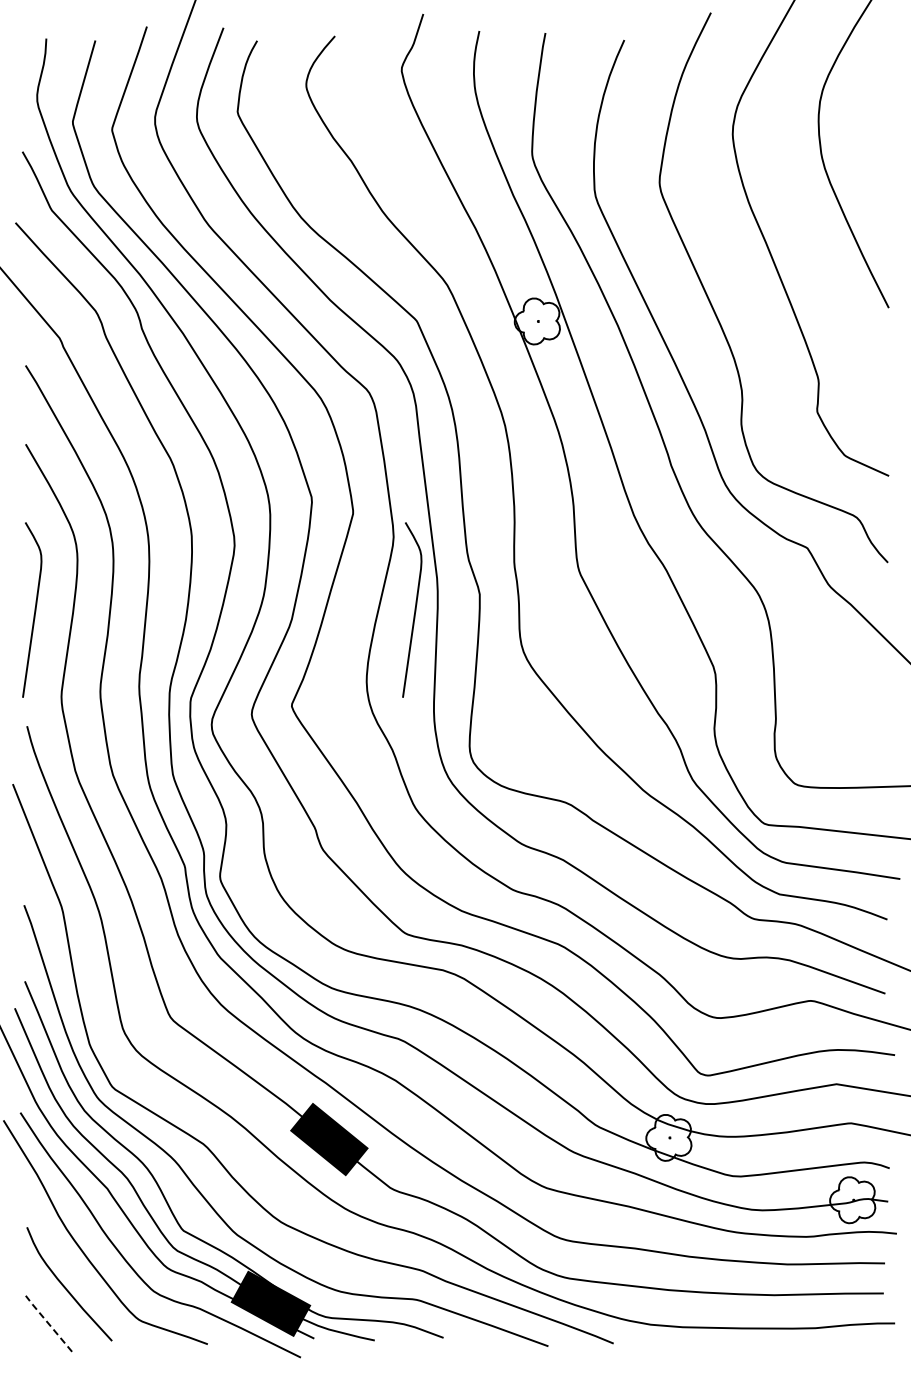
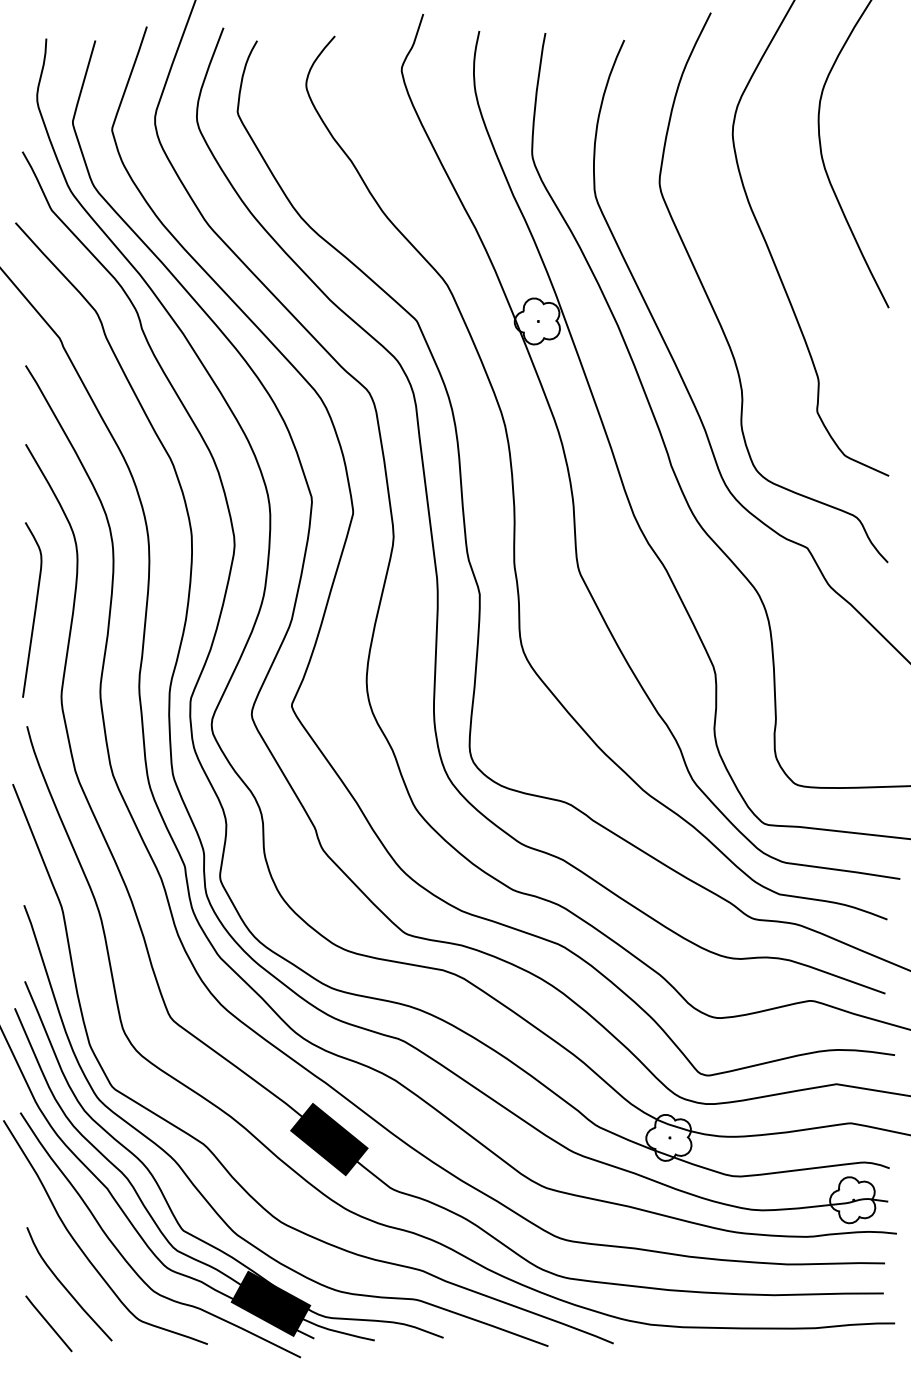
curve at (414, 609): present -> none
line at (48, 1323): dashed -> solid
